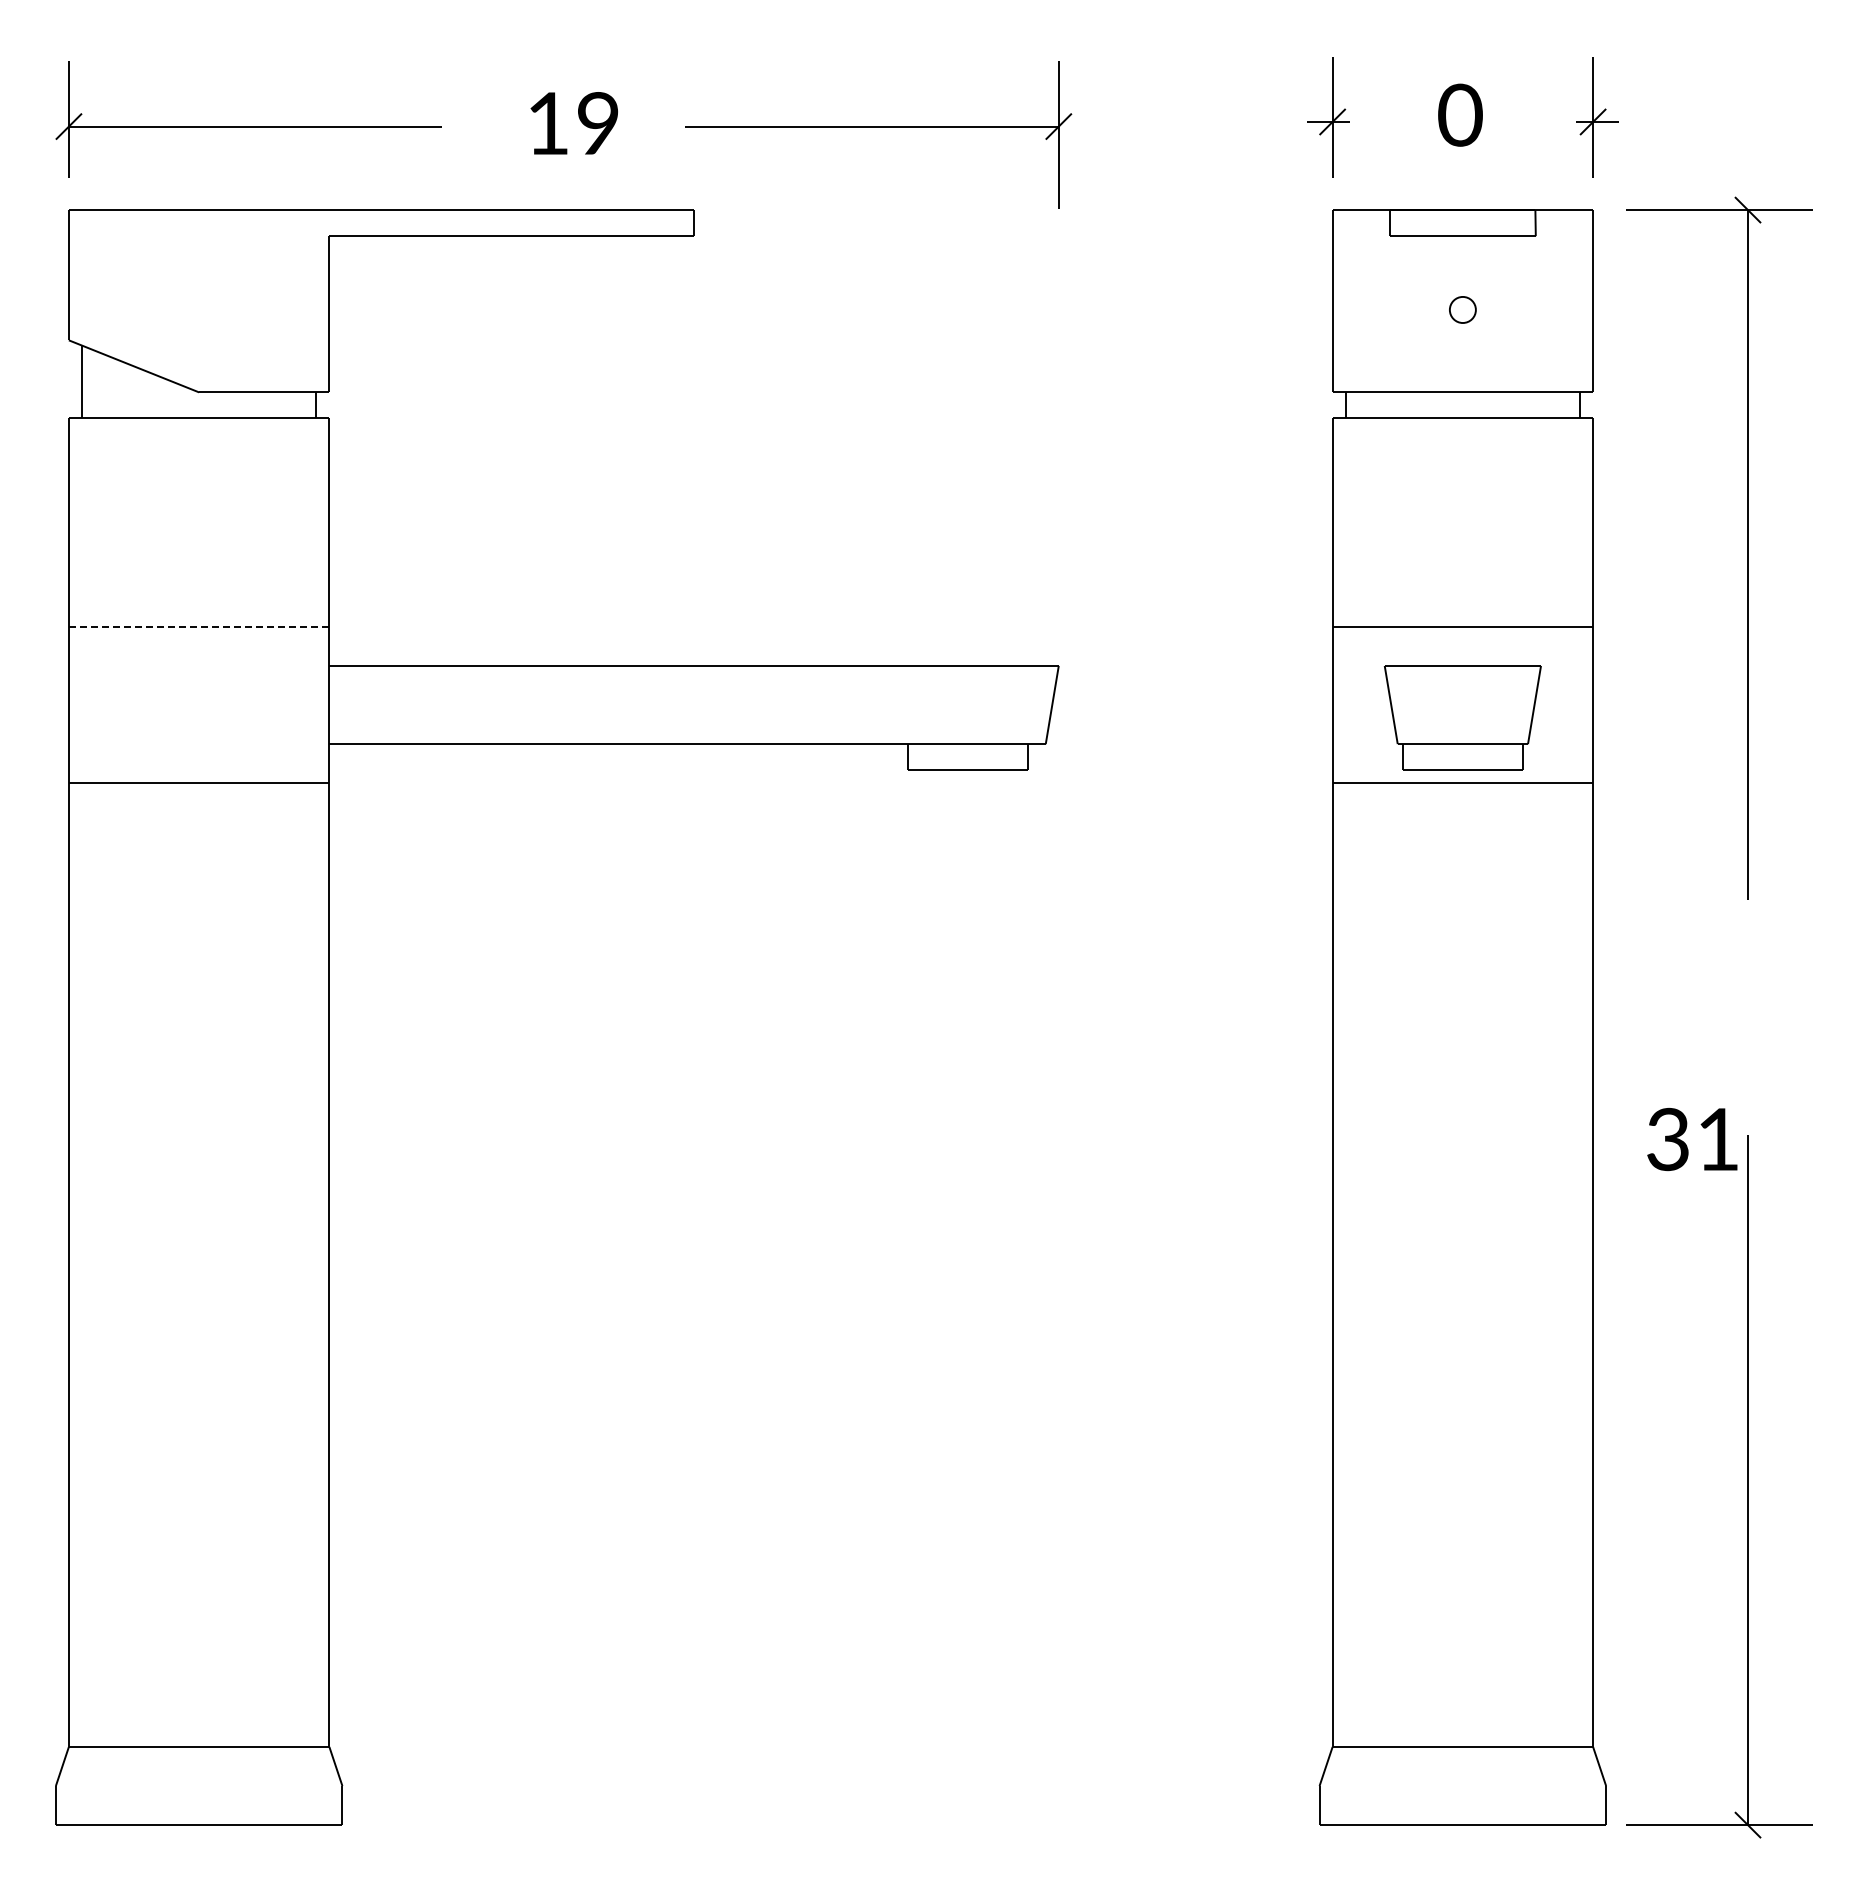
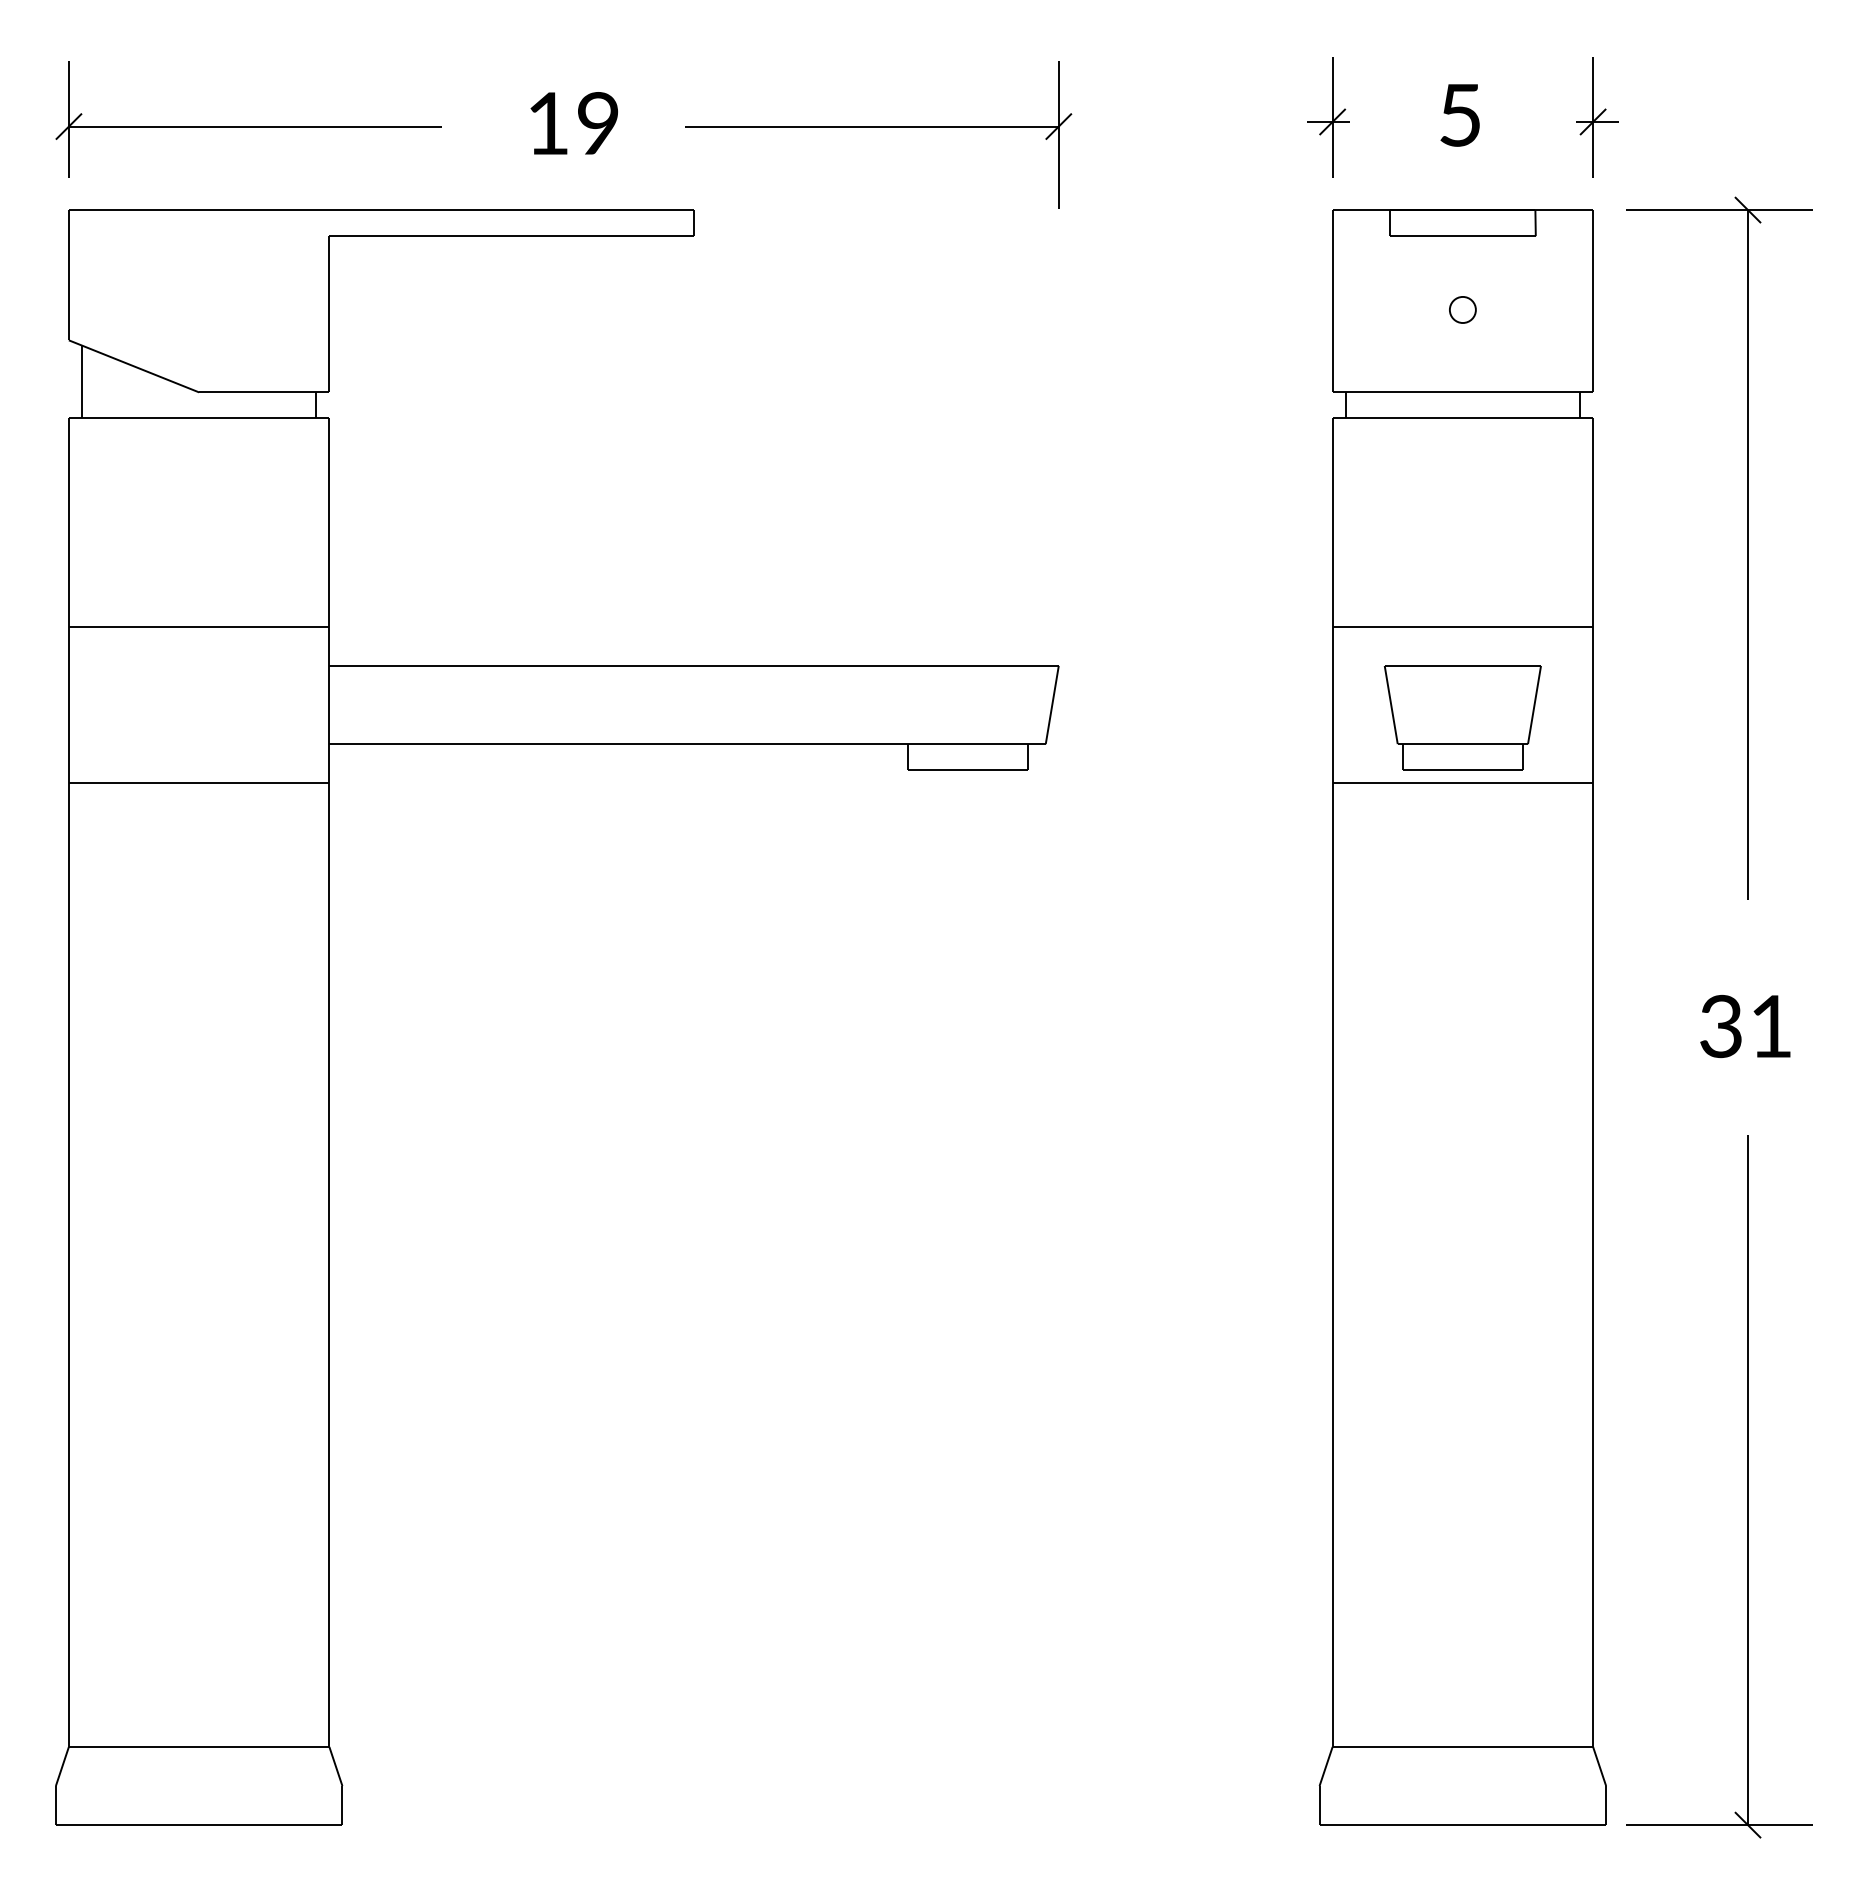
text at (1460, 114): 0 -> 5
line at (198, 626): dashed -> solid
text at (1692, 1139) position: (1692, 1139) -> (1745, 1026)
